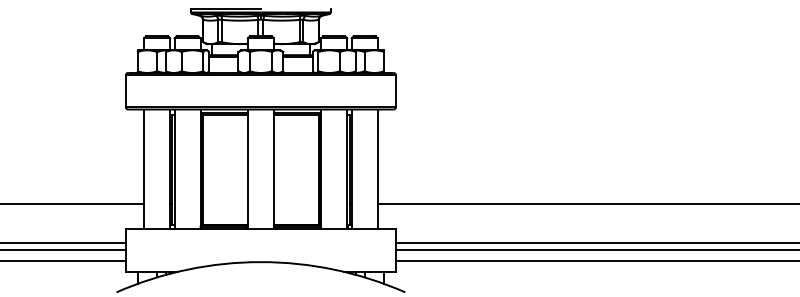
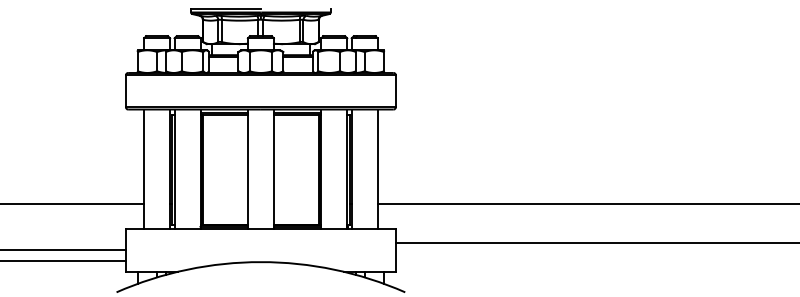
line at (64, 243): present -> none
line at (595, 249): present -> none
line at (595, 261): present -> none
